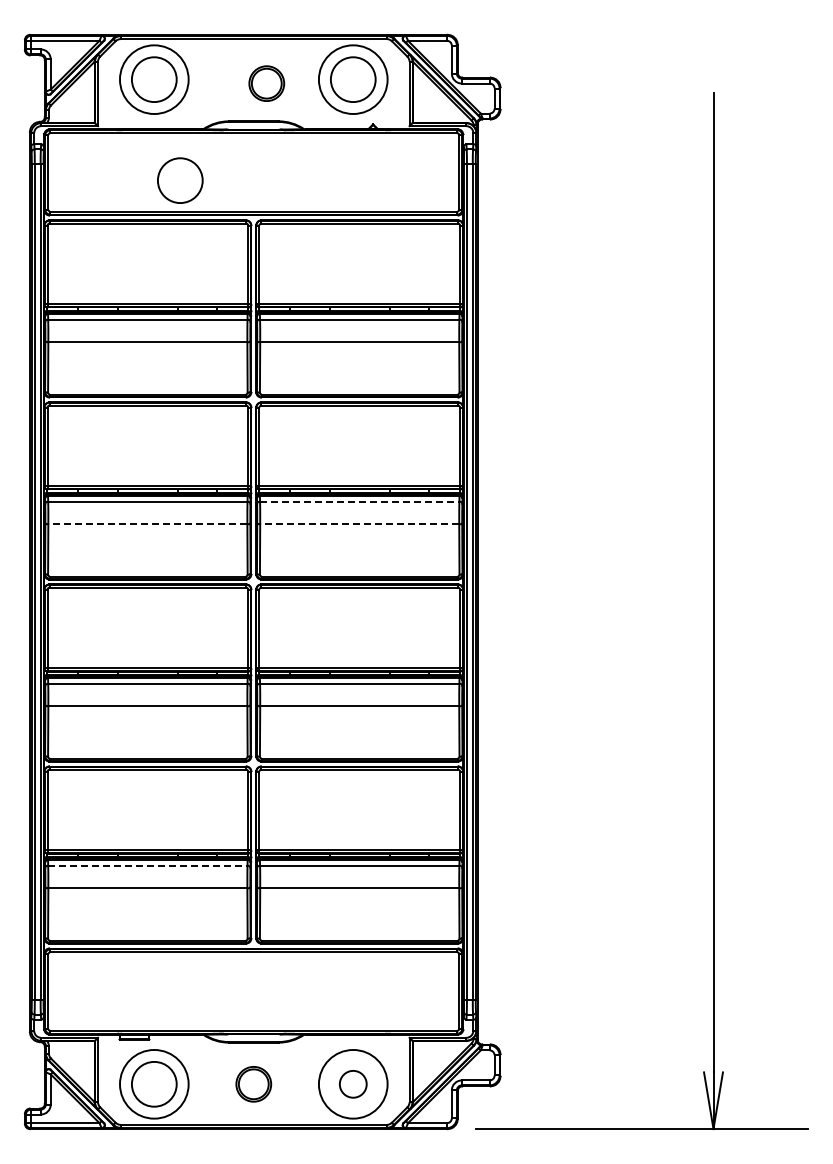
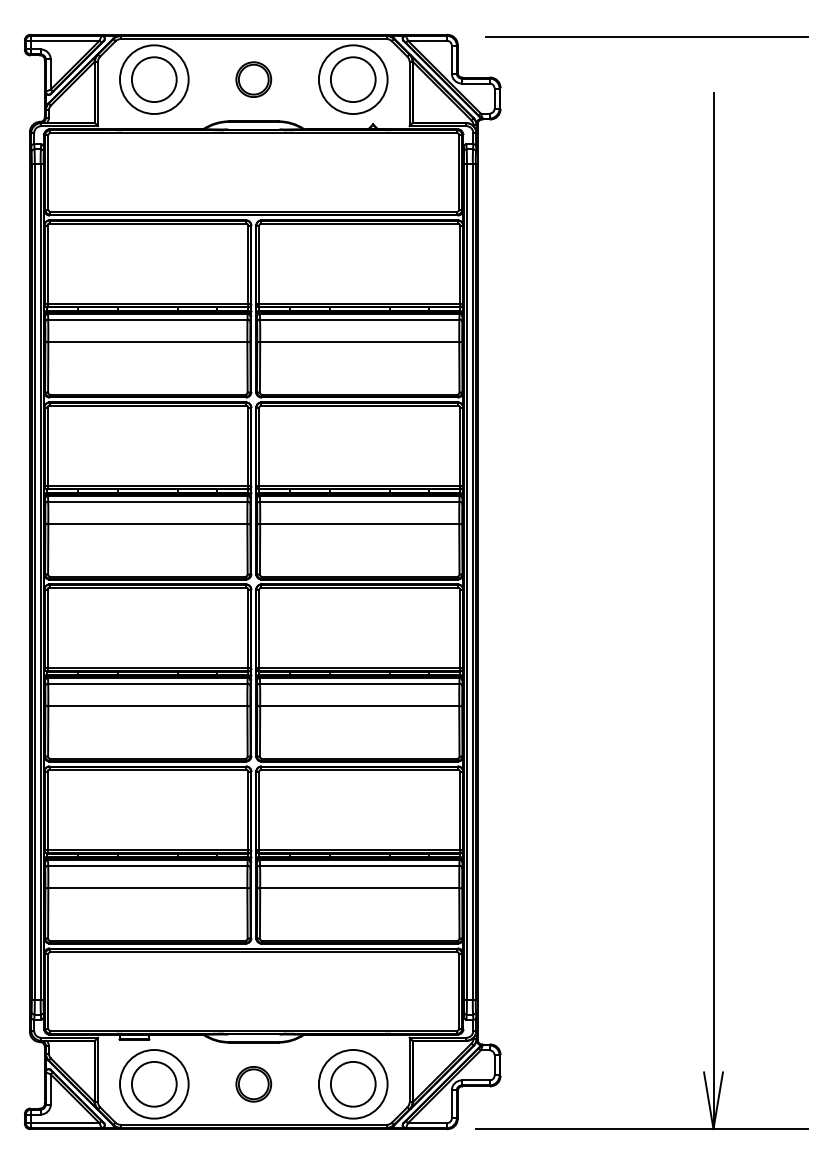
line at (646, 36): none -> present
part at (266, 83) position: (266, 83) -> (253, 79)
circle at (180, 180): present -> none
line at (359, 501): dashed -> solid
line at (147, 524): dashed -> solid
line at (359, 524): dashed -> solid
line at (147, 865): dashed -> solid
circle at (352, 1083) diameter: 27 px -> 45 px
